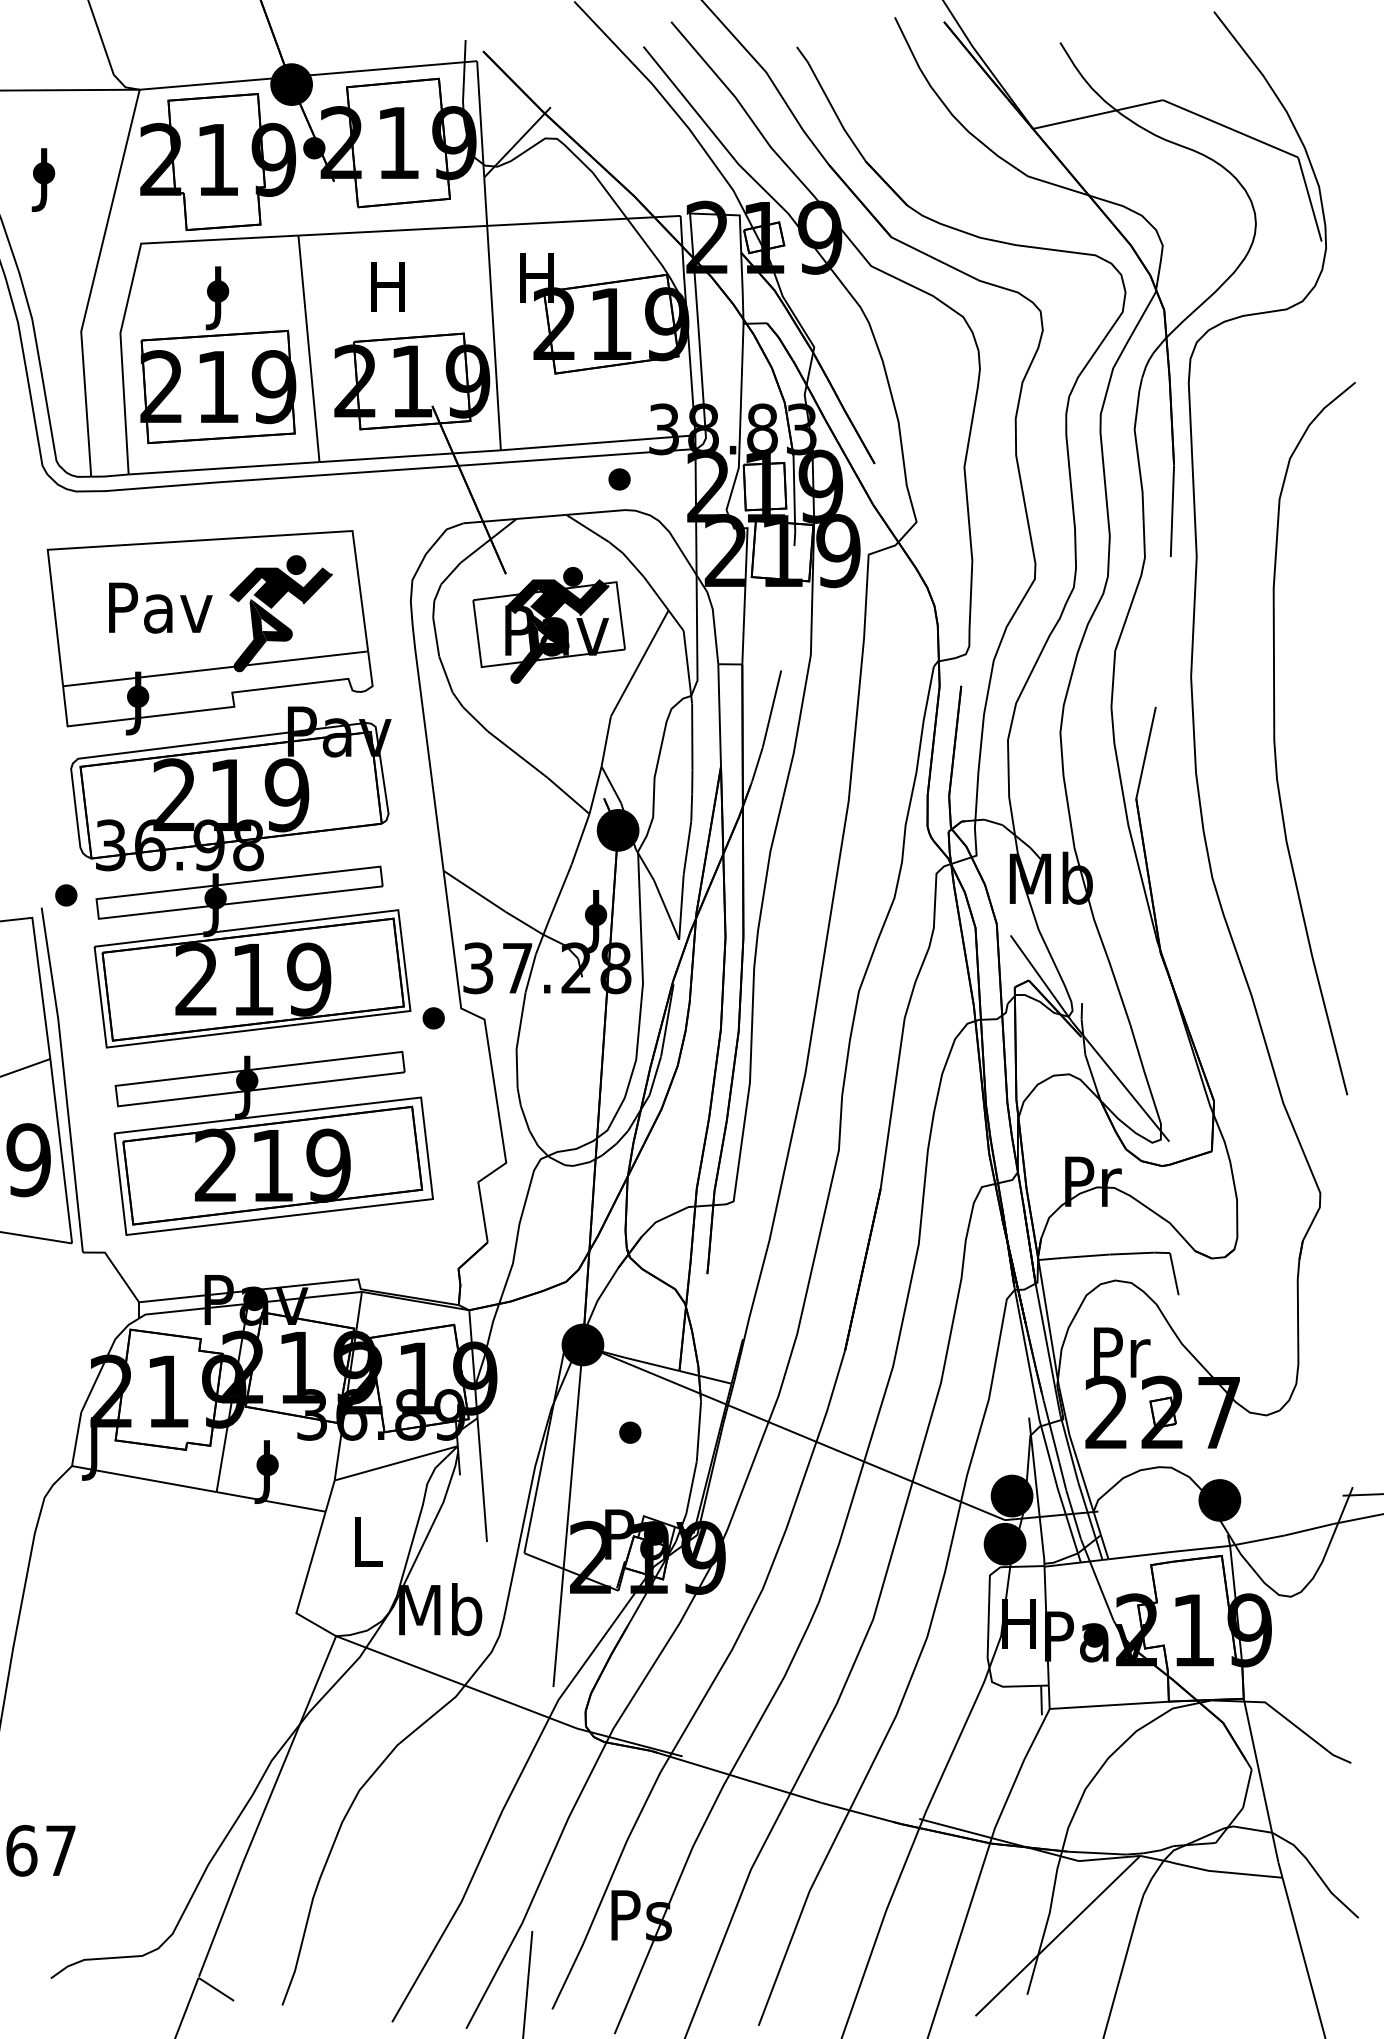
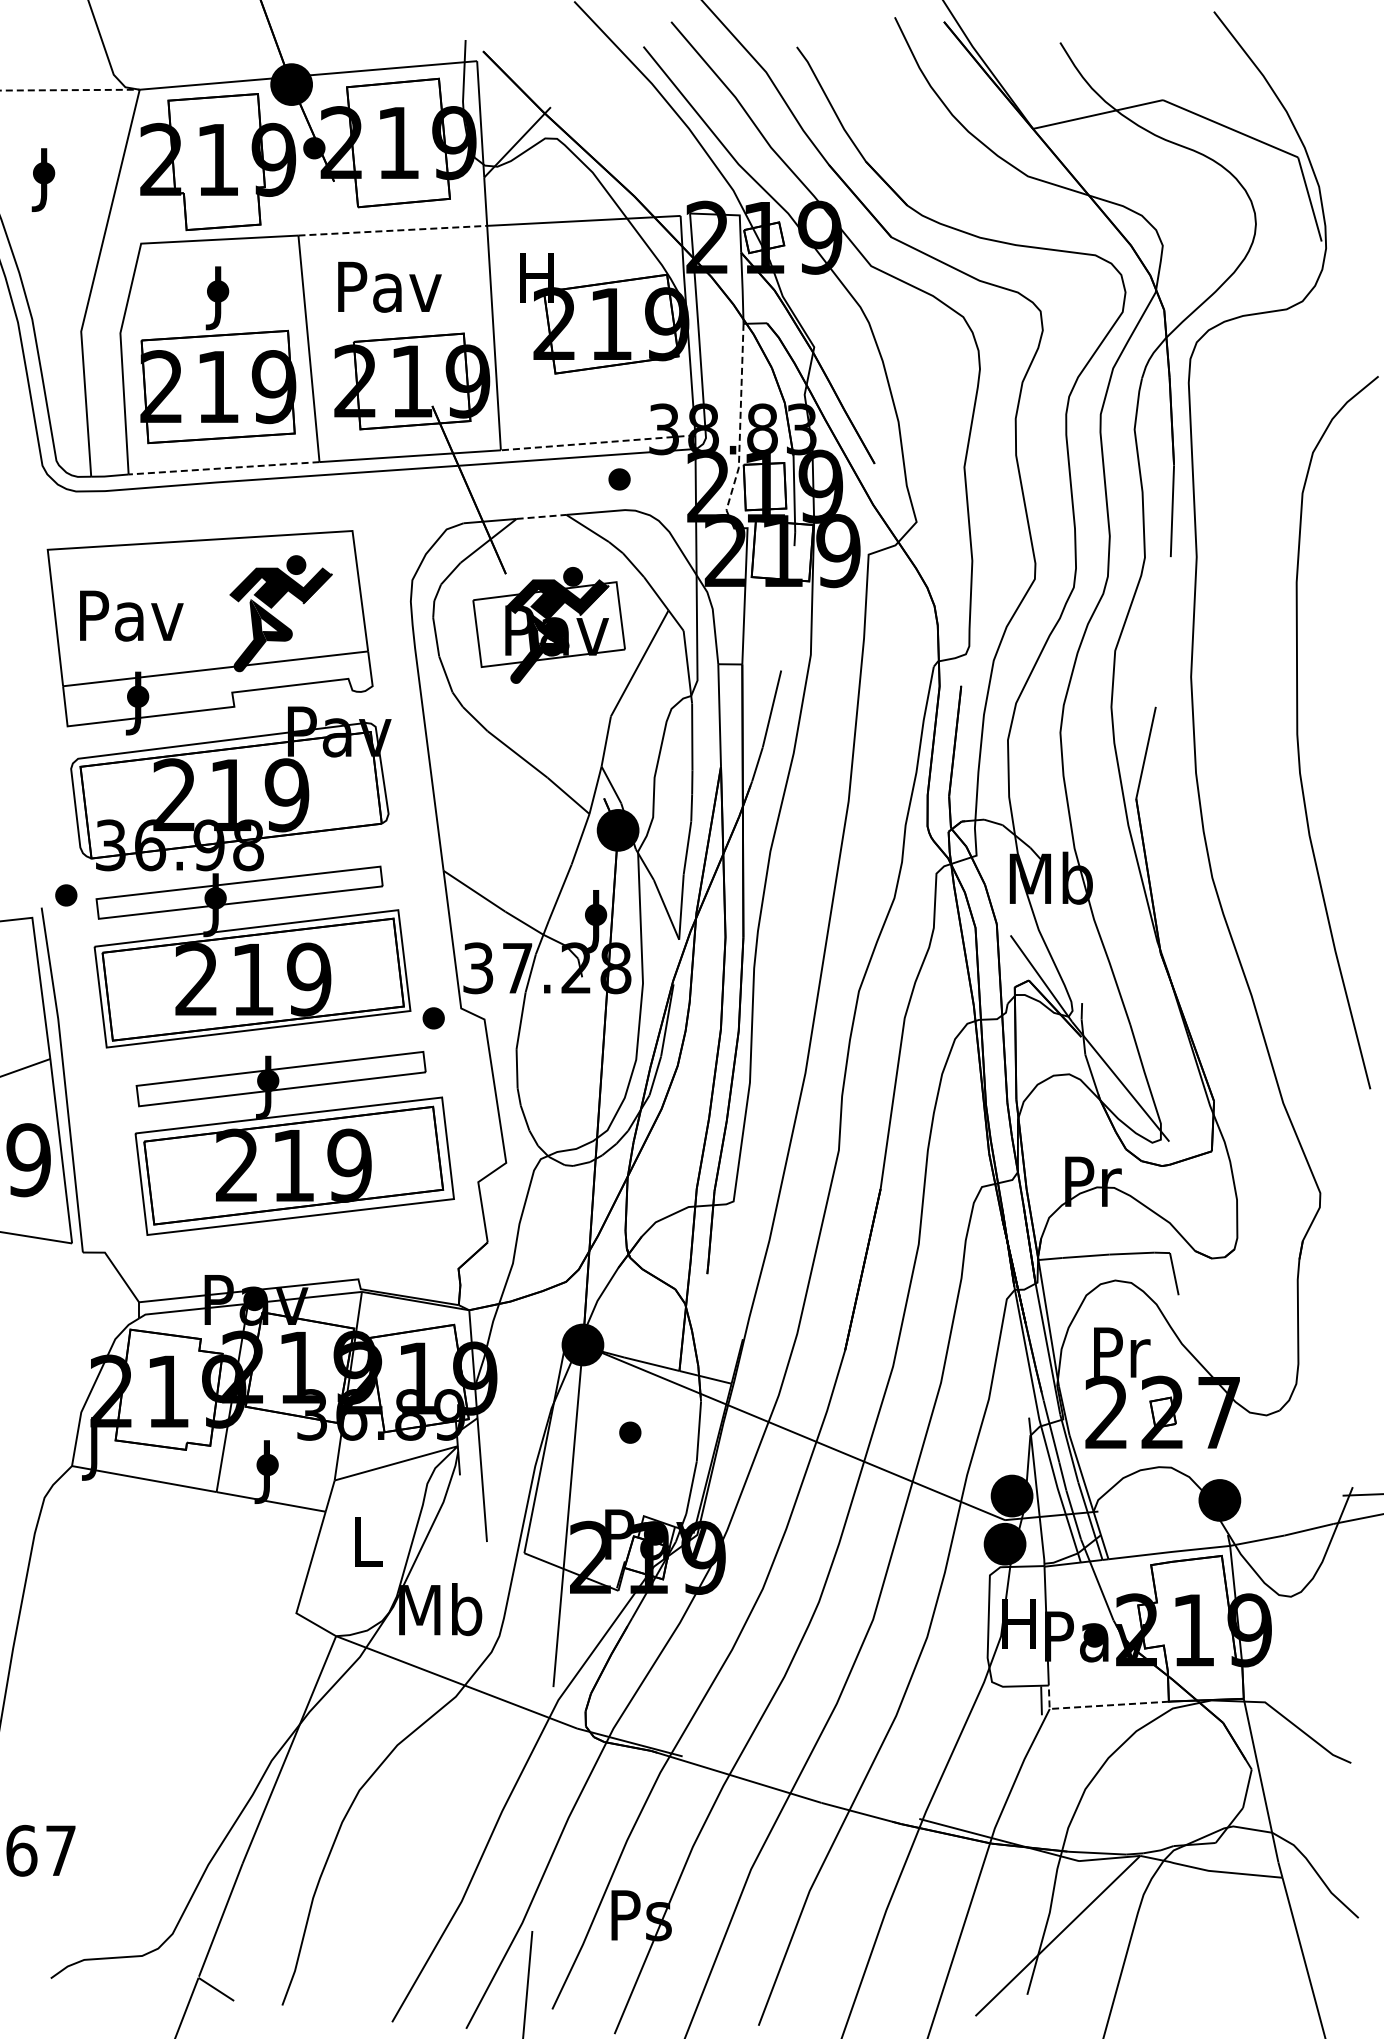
line at (70, 90): solid -> dashed
line at (393, 230): solid -> dashed
text at (389, 286): H -> Pav
line at (740, 419): solid -> dashed
line at (598, 442): solid -> dashed
line at (224, 468): solid -> dashed
line at (541, 516): solid -> dashed
text at (160, 607) position: (160, 607) -> (131, 615)
curve at (1275, 738) position: (1275, 738) -> (1298, 732)
part at (273, 1143) position: (273, 1143) -> (294, 1143)
line at (1096, 1706): solid -> dashed
